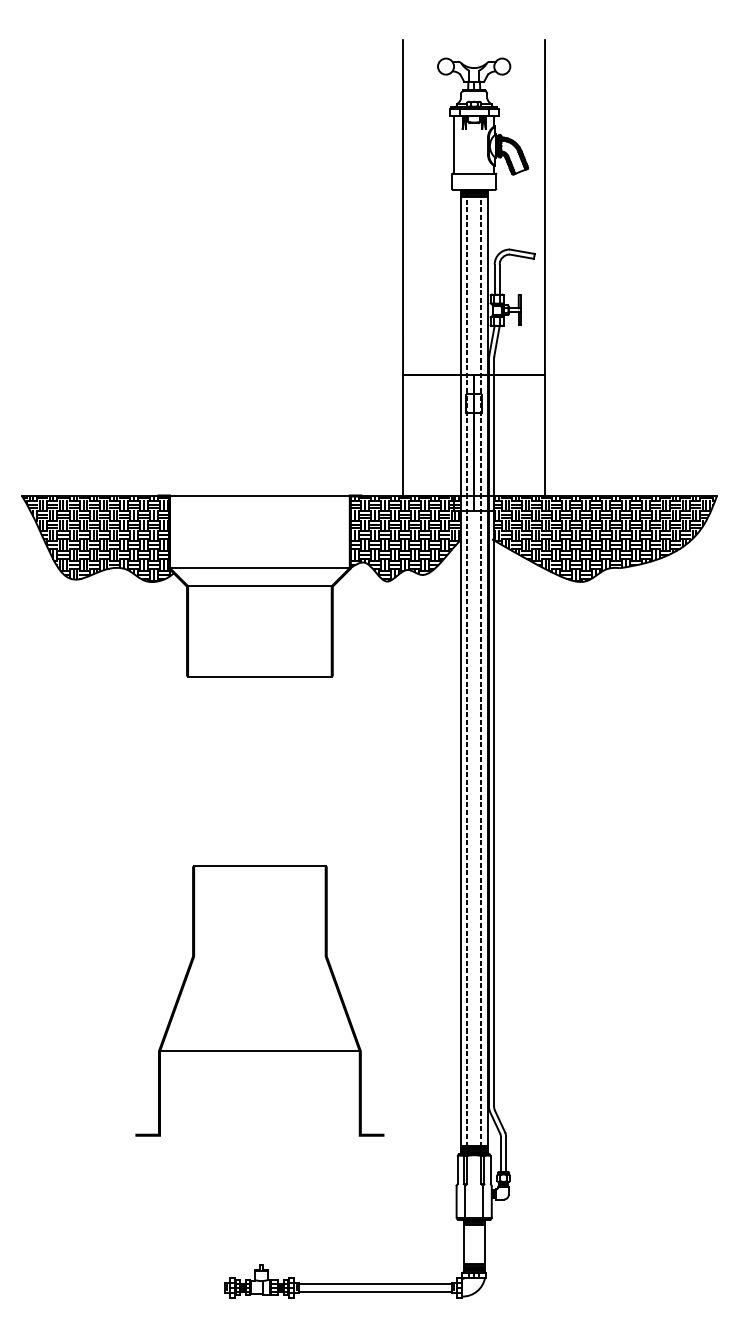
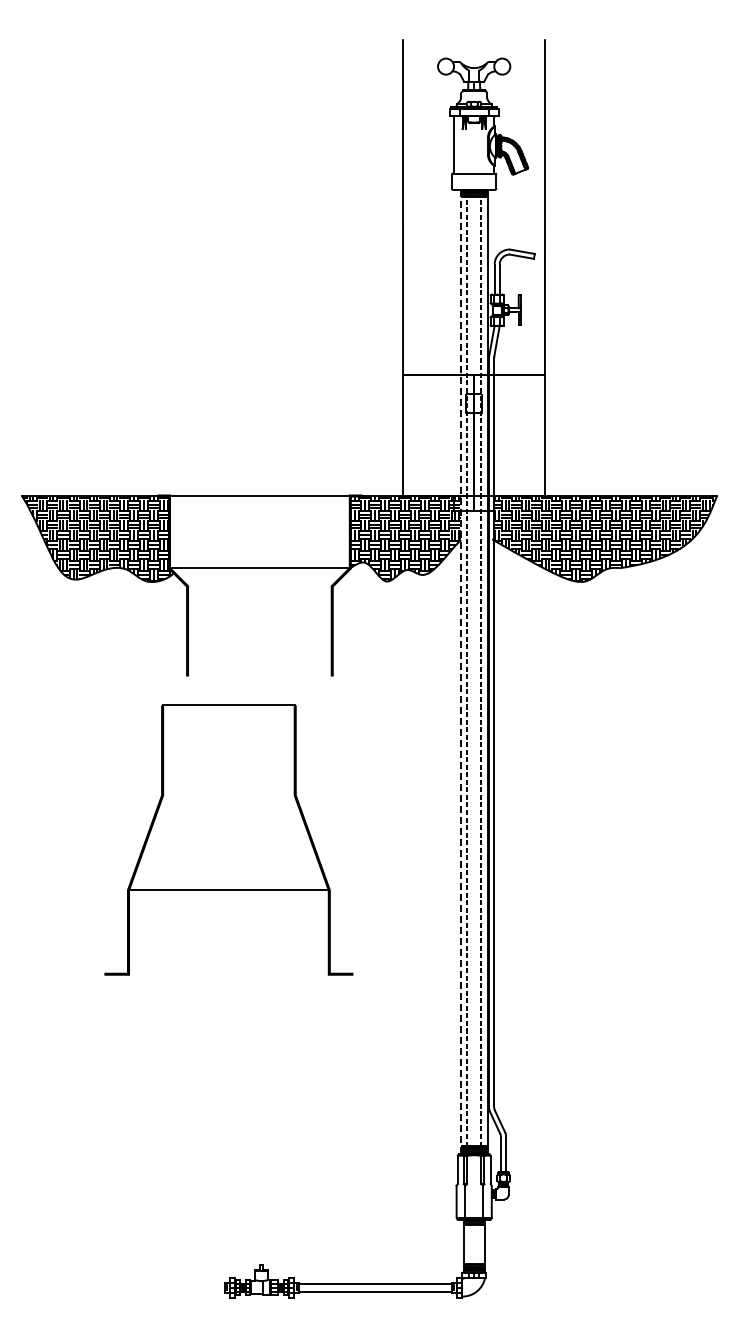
line at (259, 586): present -> none
line at (460, 671): solid -> dashed
line at (259, 676): present -> none
part at (259, 1000) position: (259, 1000) -> (228, 839)
